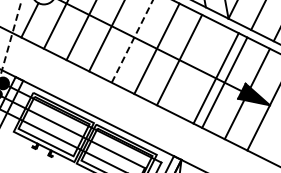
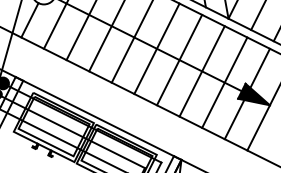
line at (11, 38): dashed -> solid
line at (132, 41): dashed -> solid
line at (215, 78) position: (215, 78) -> (201, 71)
